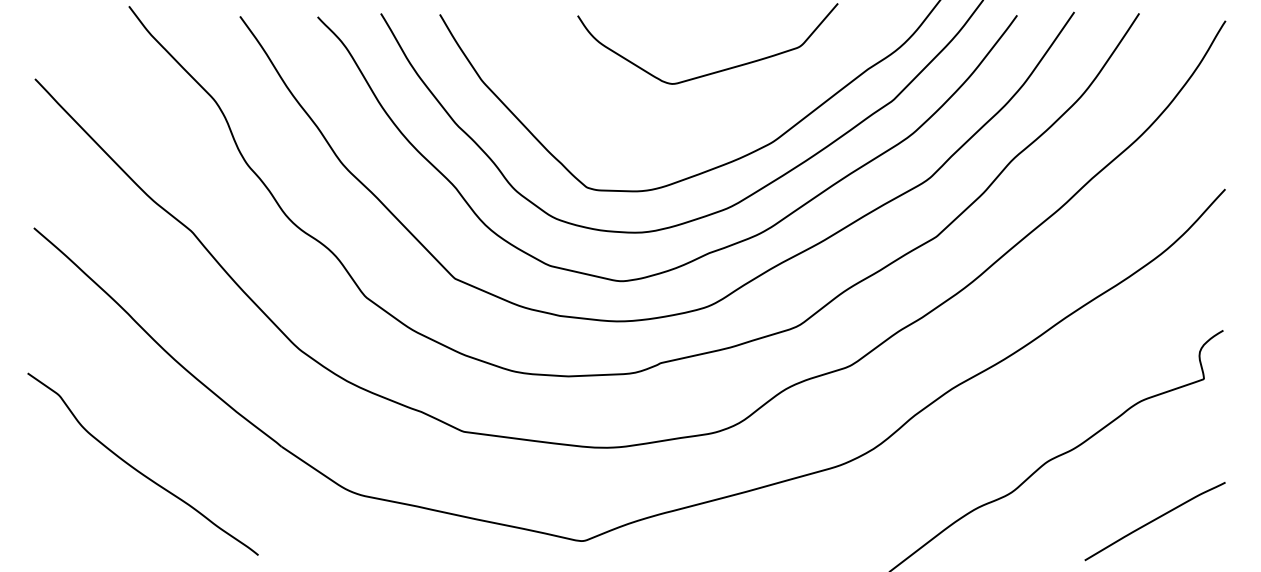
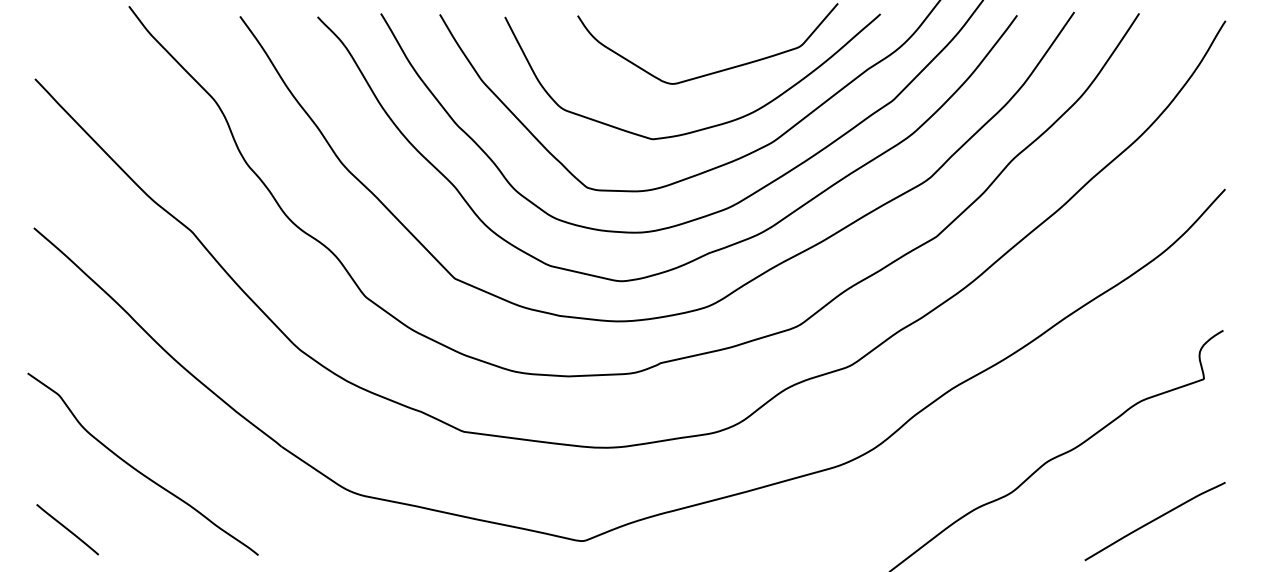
curve at (708, 126): none -> present
line at (67, 529): none -> present
